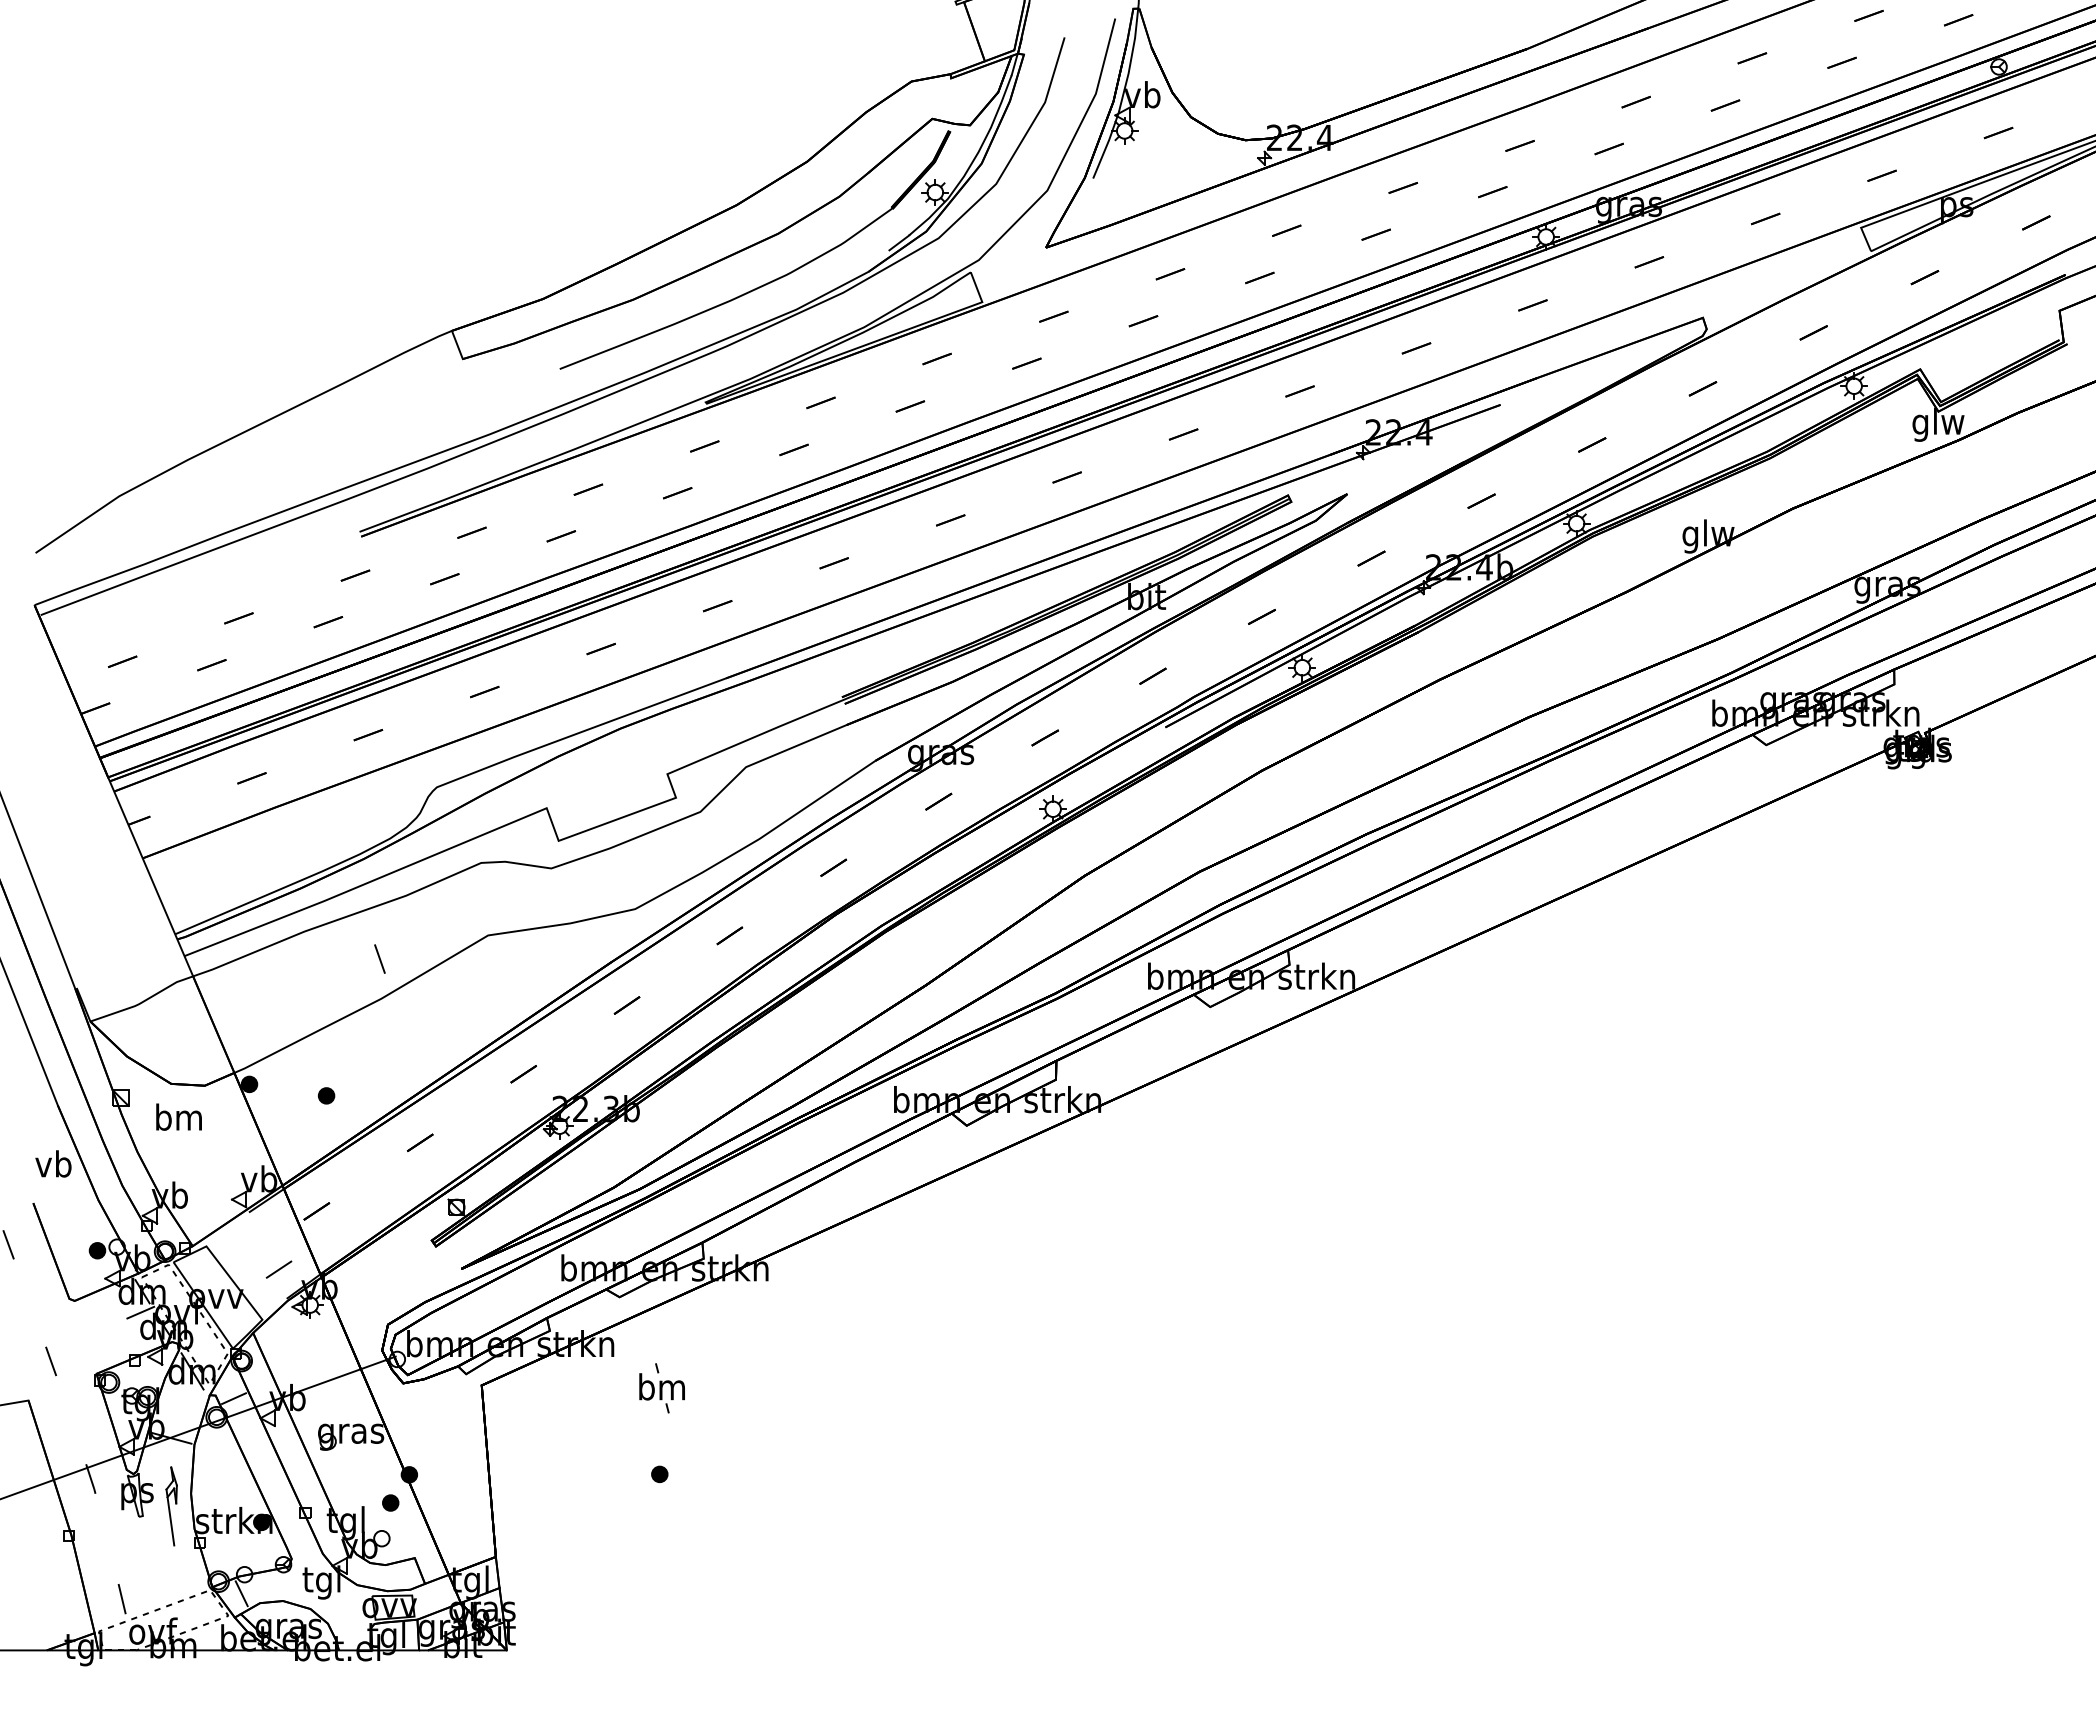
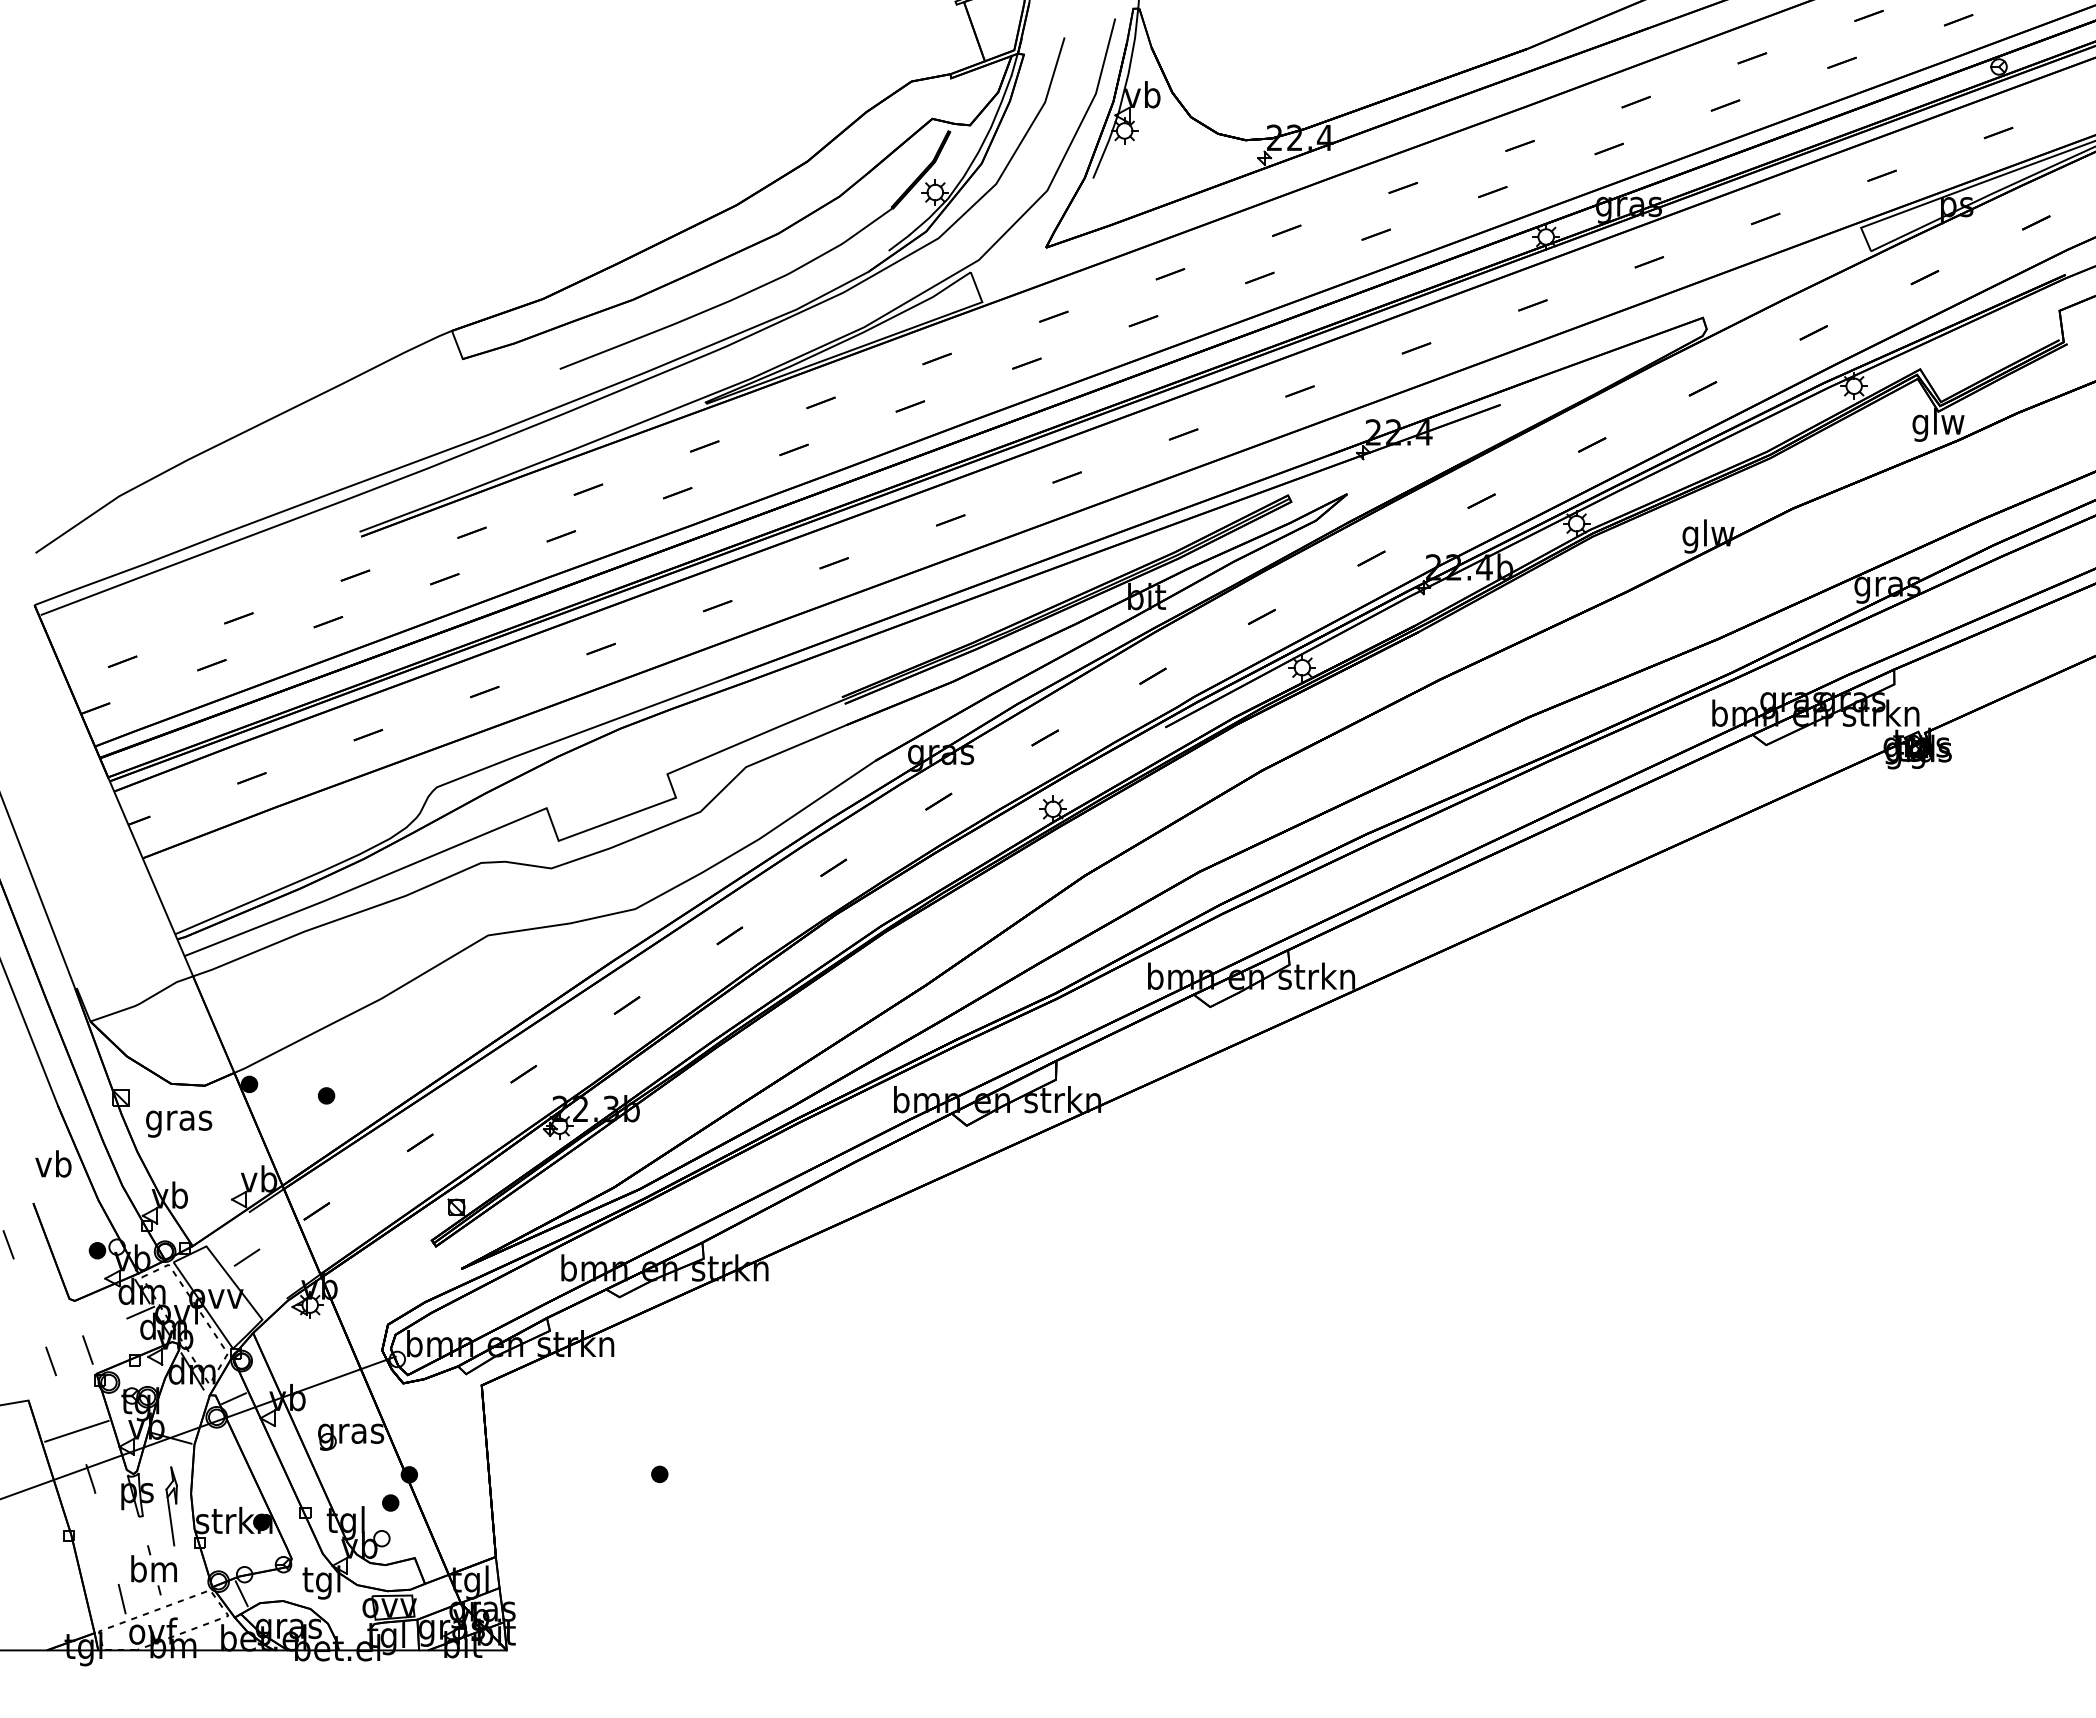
line at (379, 958) position: (379, 958) -> (87, 1349)
text at (179, 1120): bm -> gras
line at (278, 1269) position: (278, 1269) -> (246, 1257)
part at (661, 1388) position: (661, 1388) -> (153, 1570)
line at (76, 1430): none -> present
